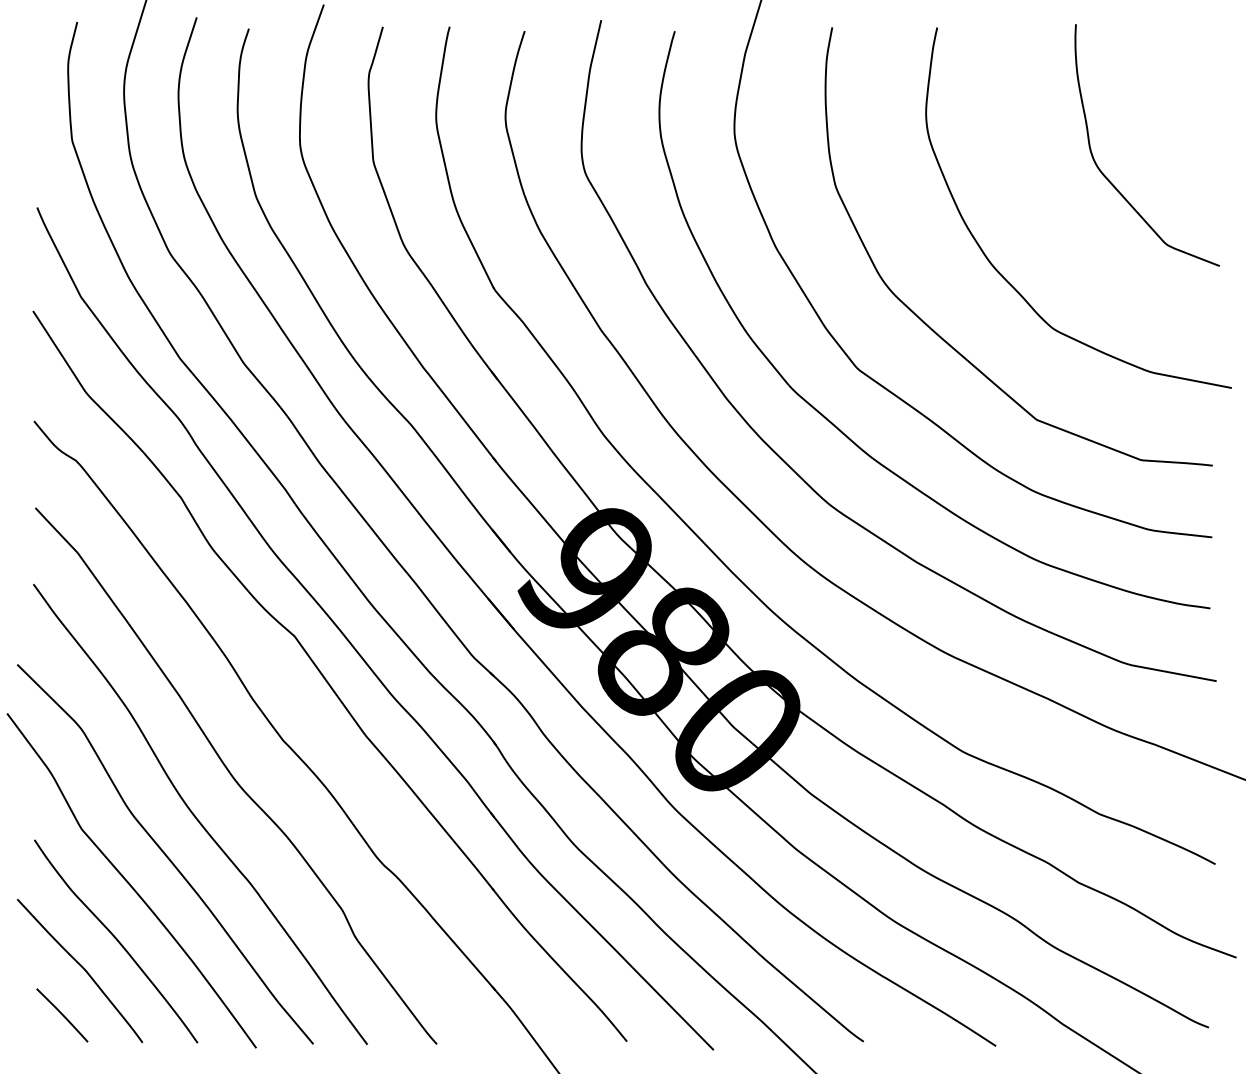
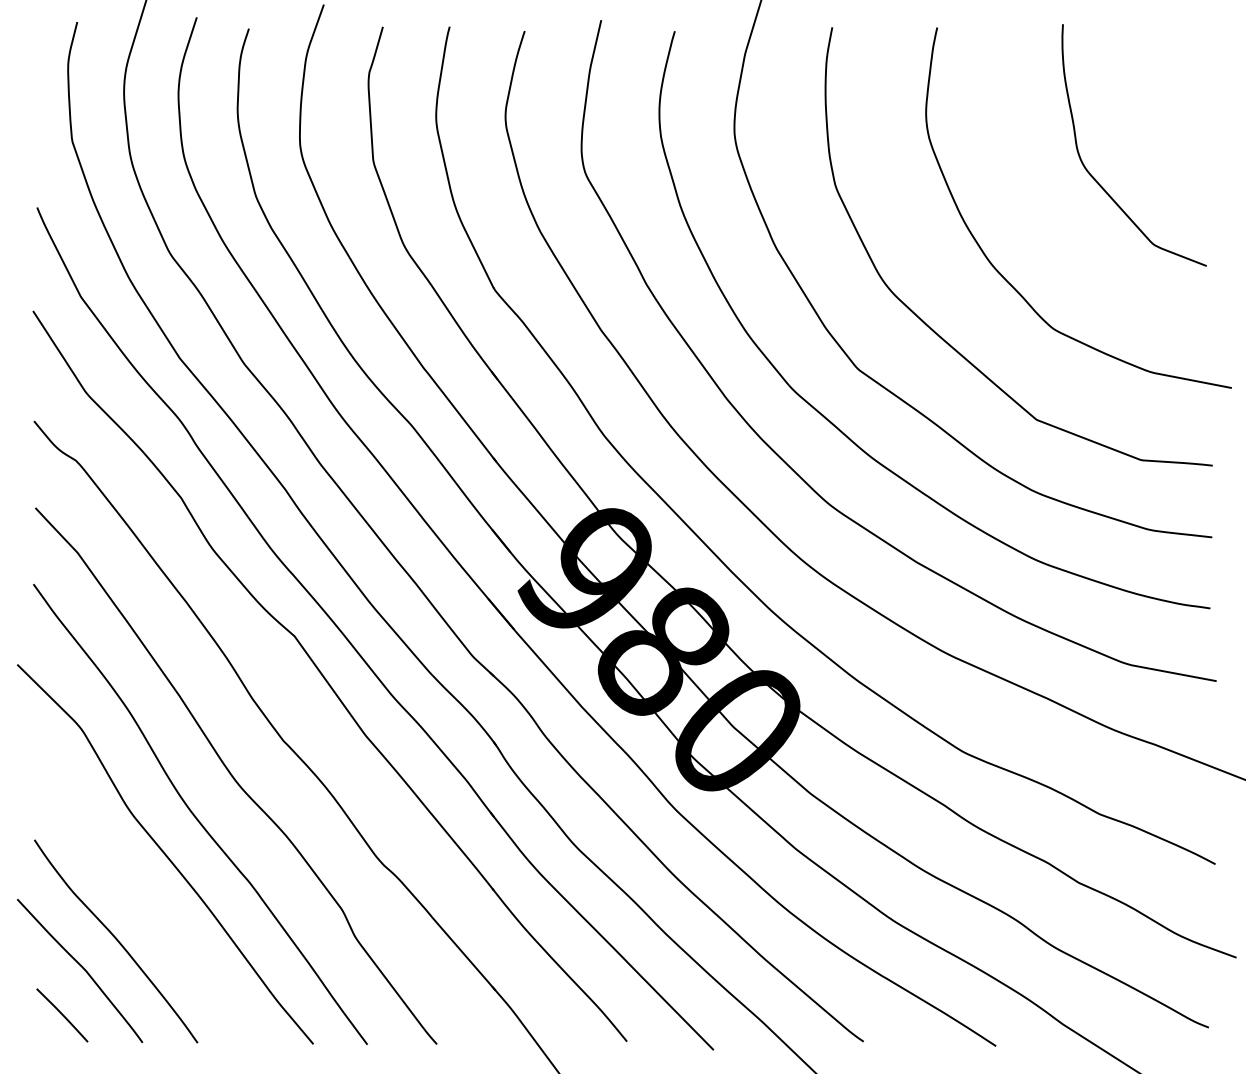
curve at (1109, 179) position: (1109, 179) -> (1096, 179)
curve at (129, 882): present -> none
